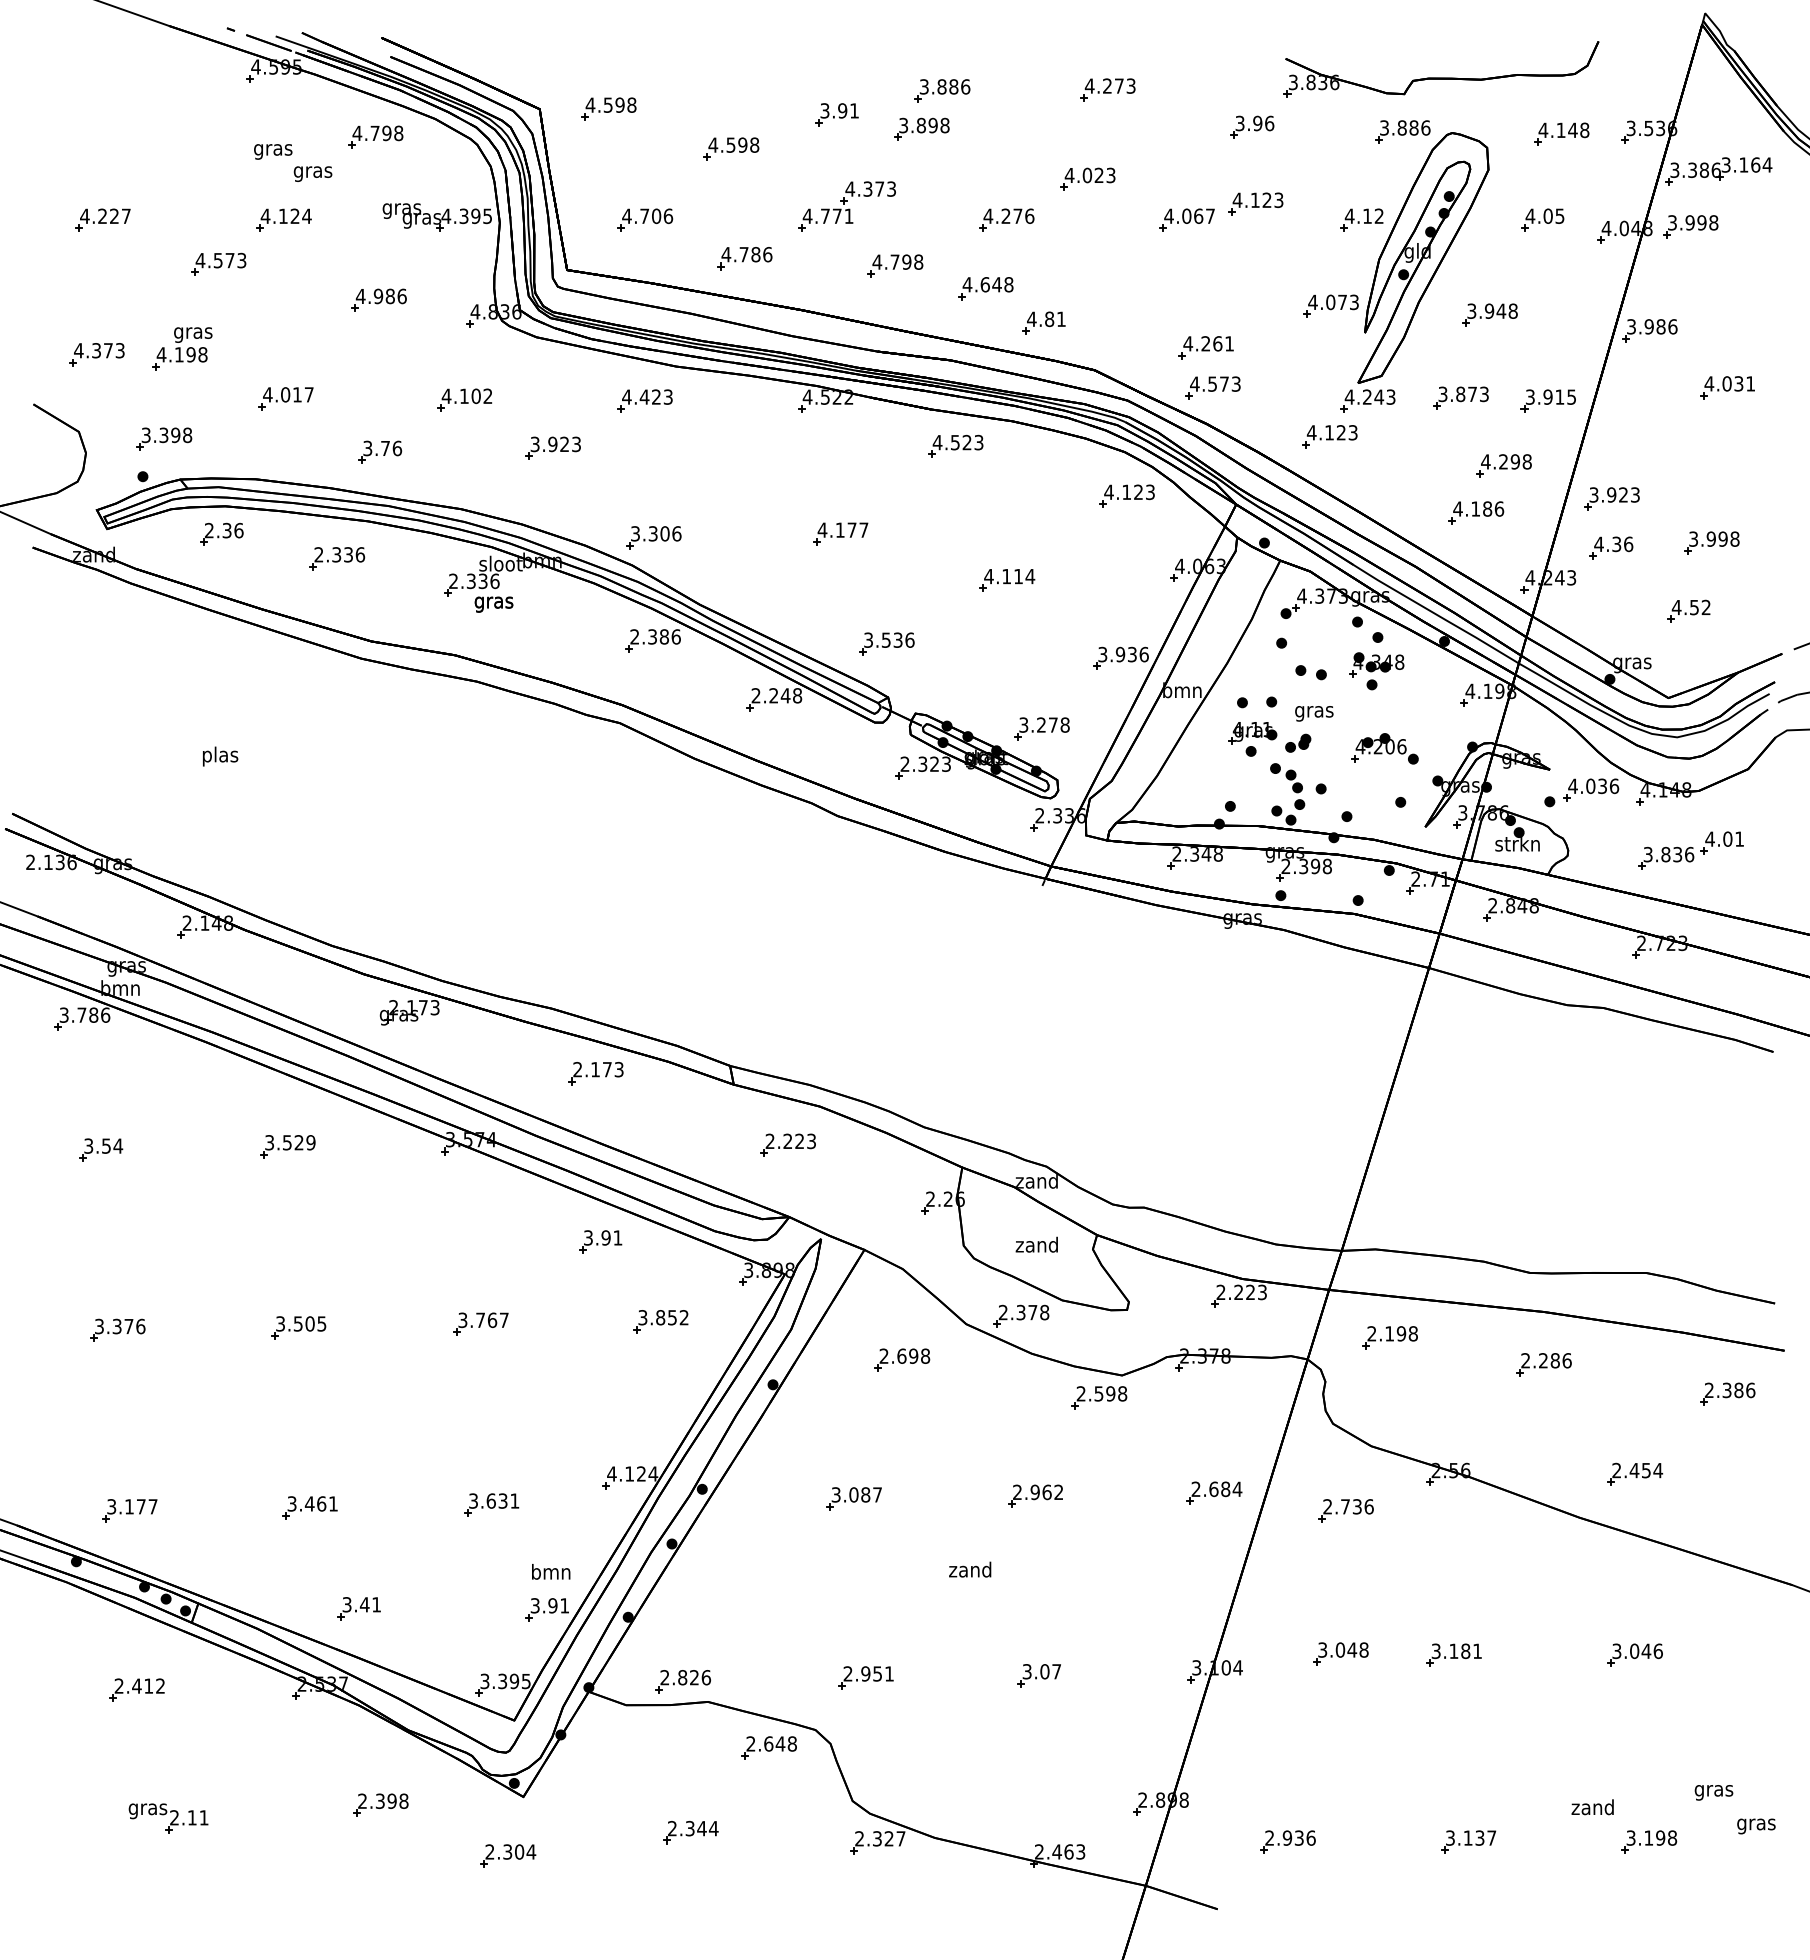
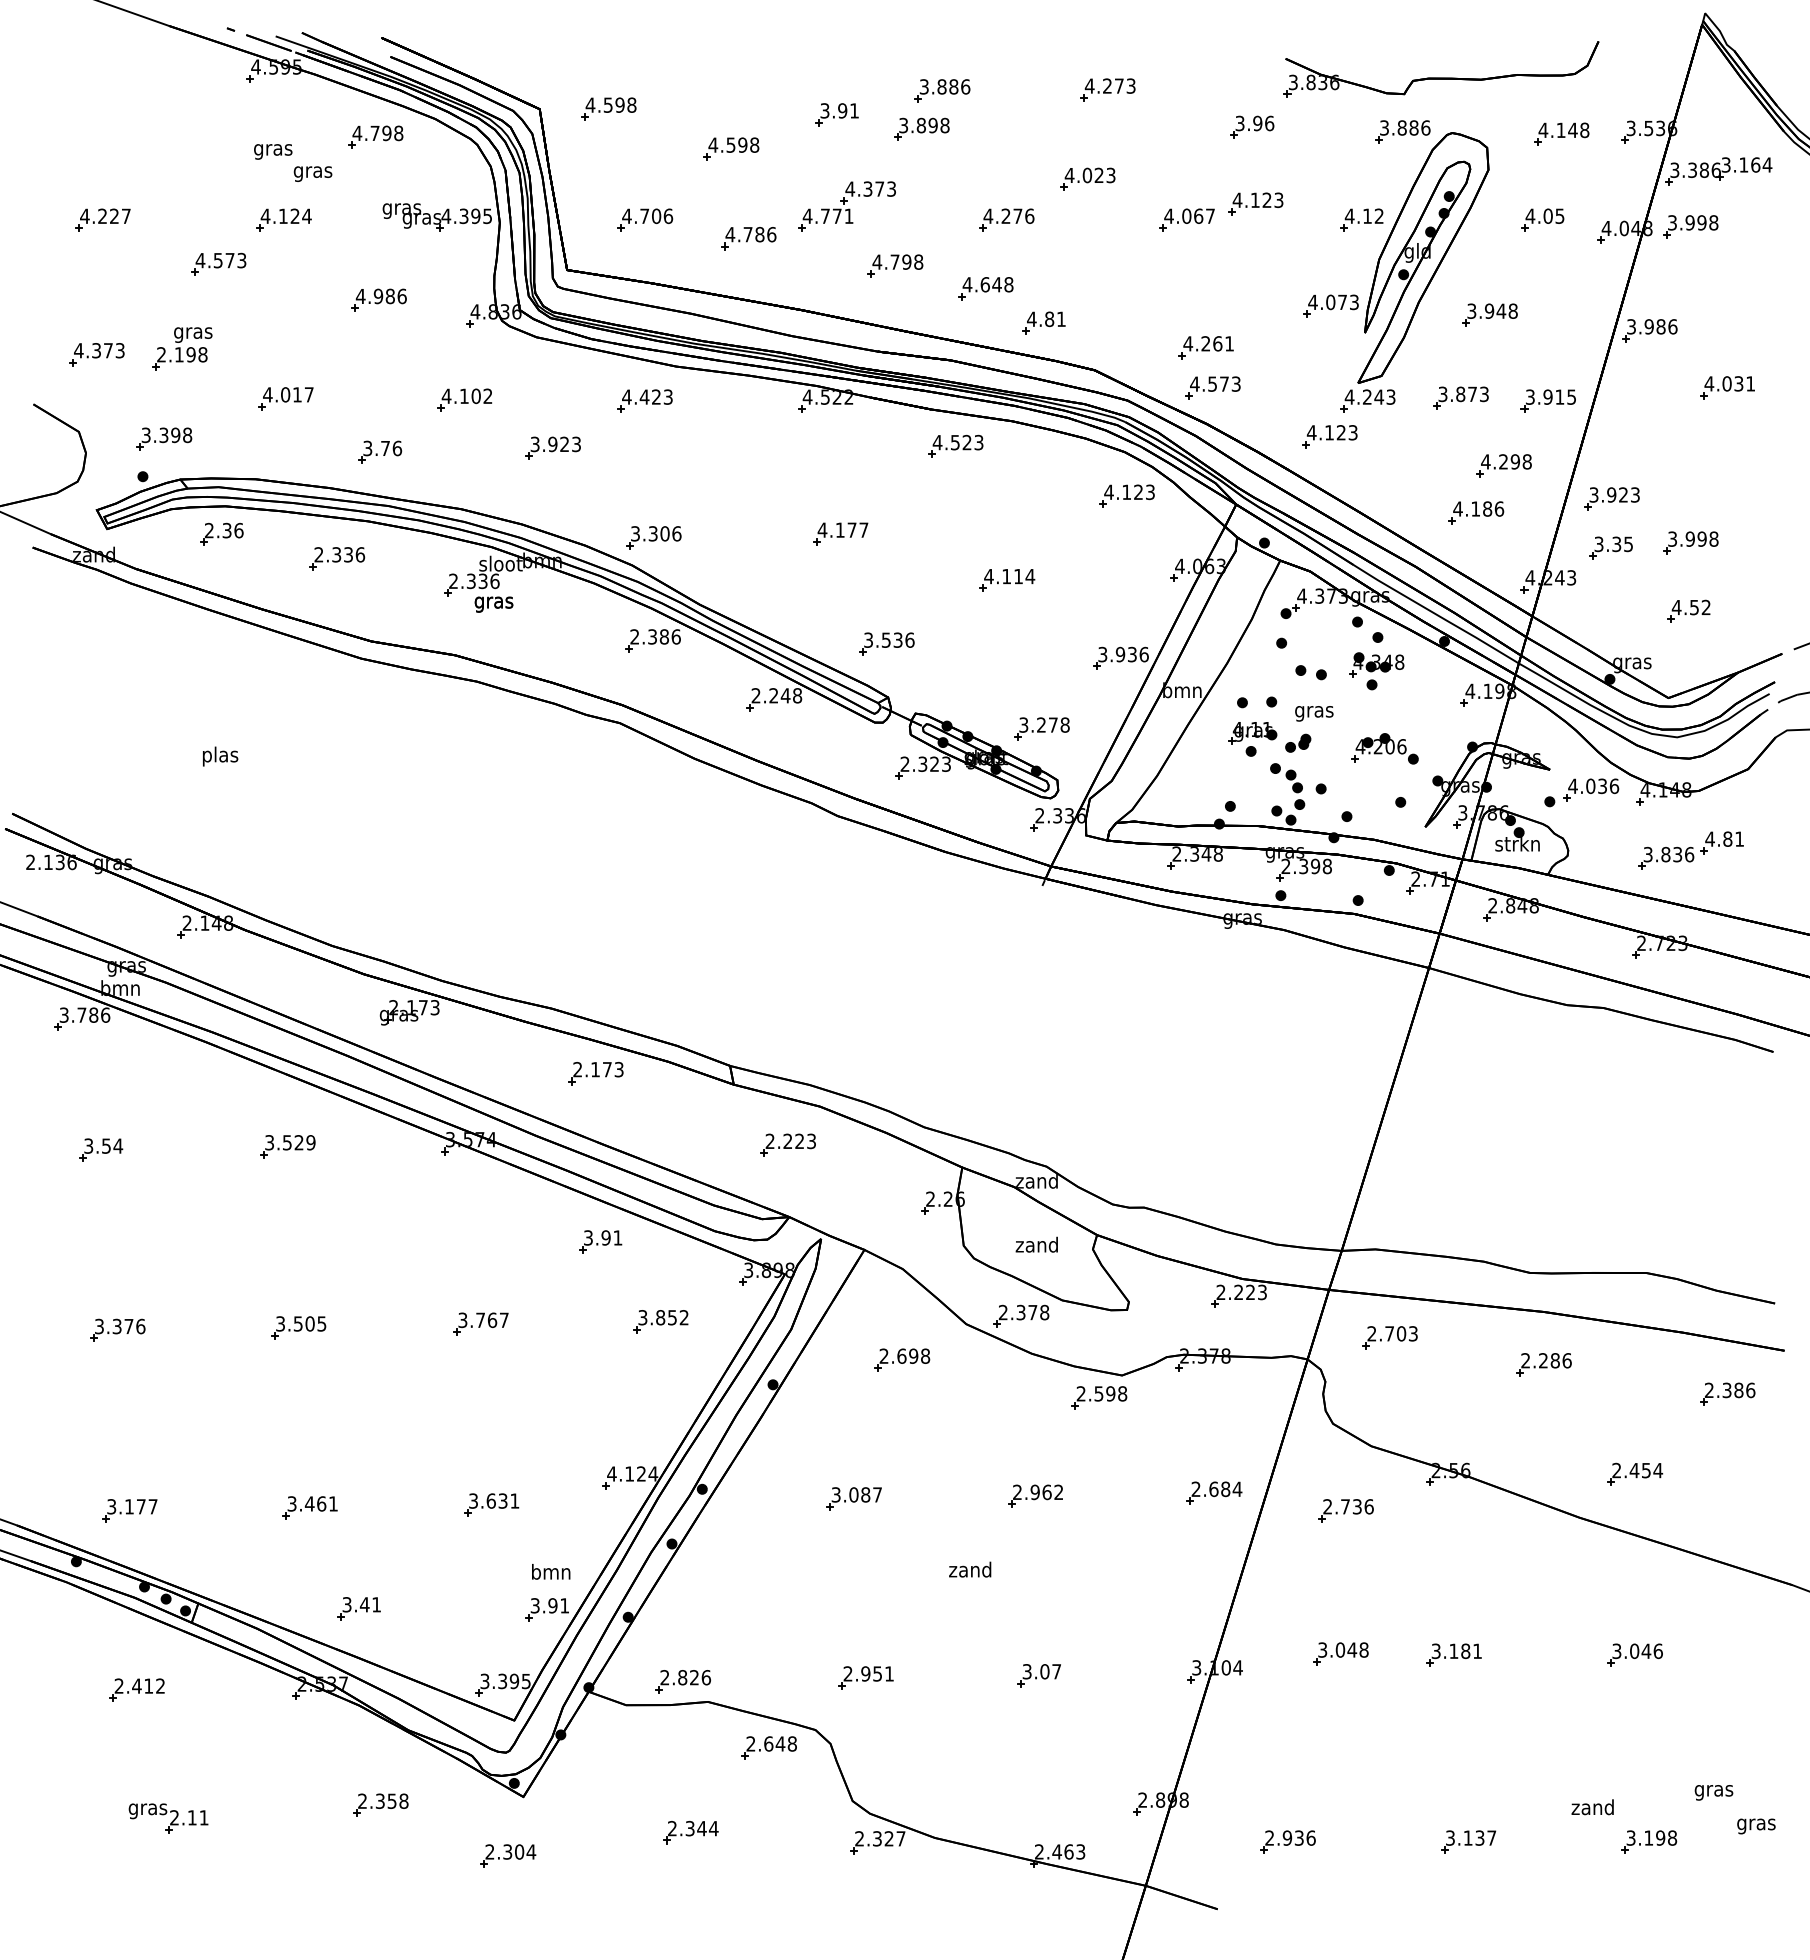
part at (744, 258) position: (744, 258) -> (748, 238)
text at (161, 354): 4.198 -> 2.198
part at (1711, 542) position: (1711, 542) -> (1690, 542)
text at (1613, 544): 4.36 -> 3.35
text at (1727, 838): 4.01 -> 4.81
text at (1401, 1333): 2.198 -> 2.703
text at (391, 1800): 2.398 -> 2.358
